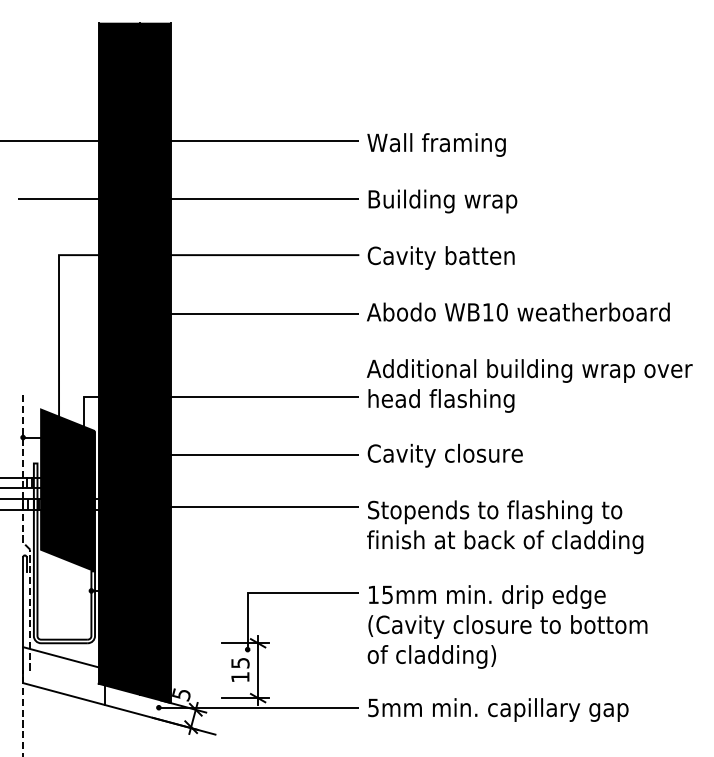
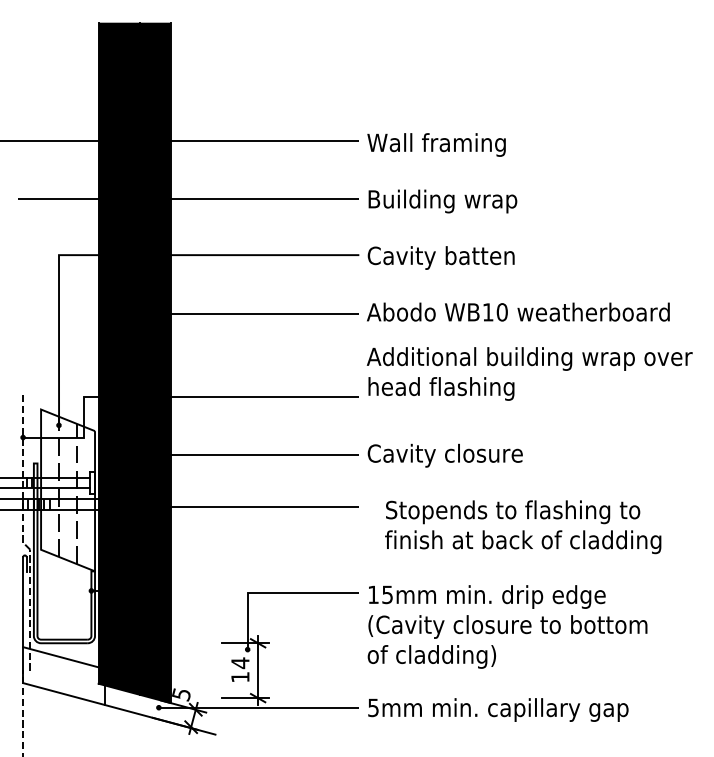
text at (529, 385) position: (529, 385) -> (529, 373)
fill at (68, 490): present -> none
text at (505, 527) position: (505, 527) -> (523, 527)
text at (240, 663): 15 -> 14
